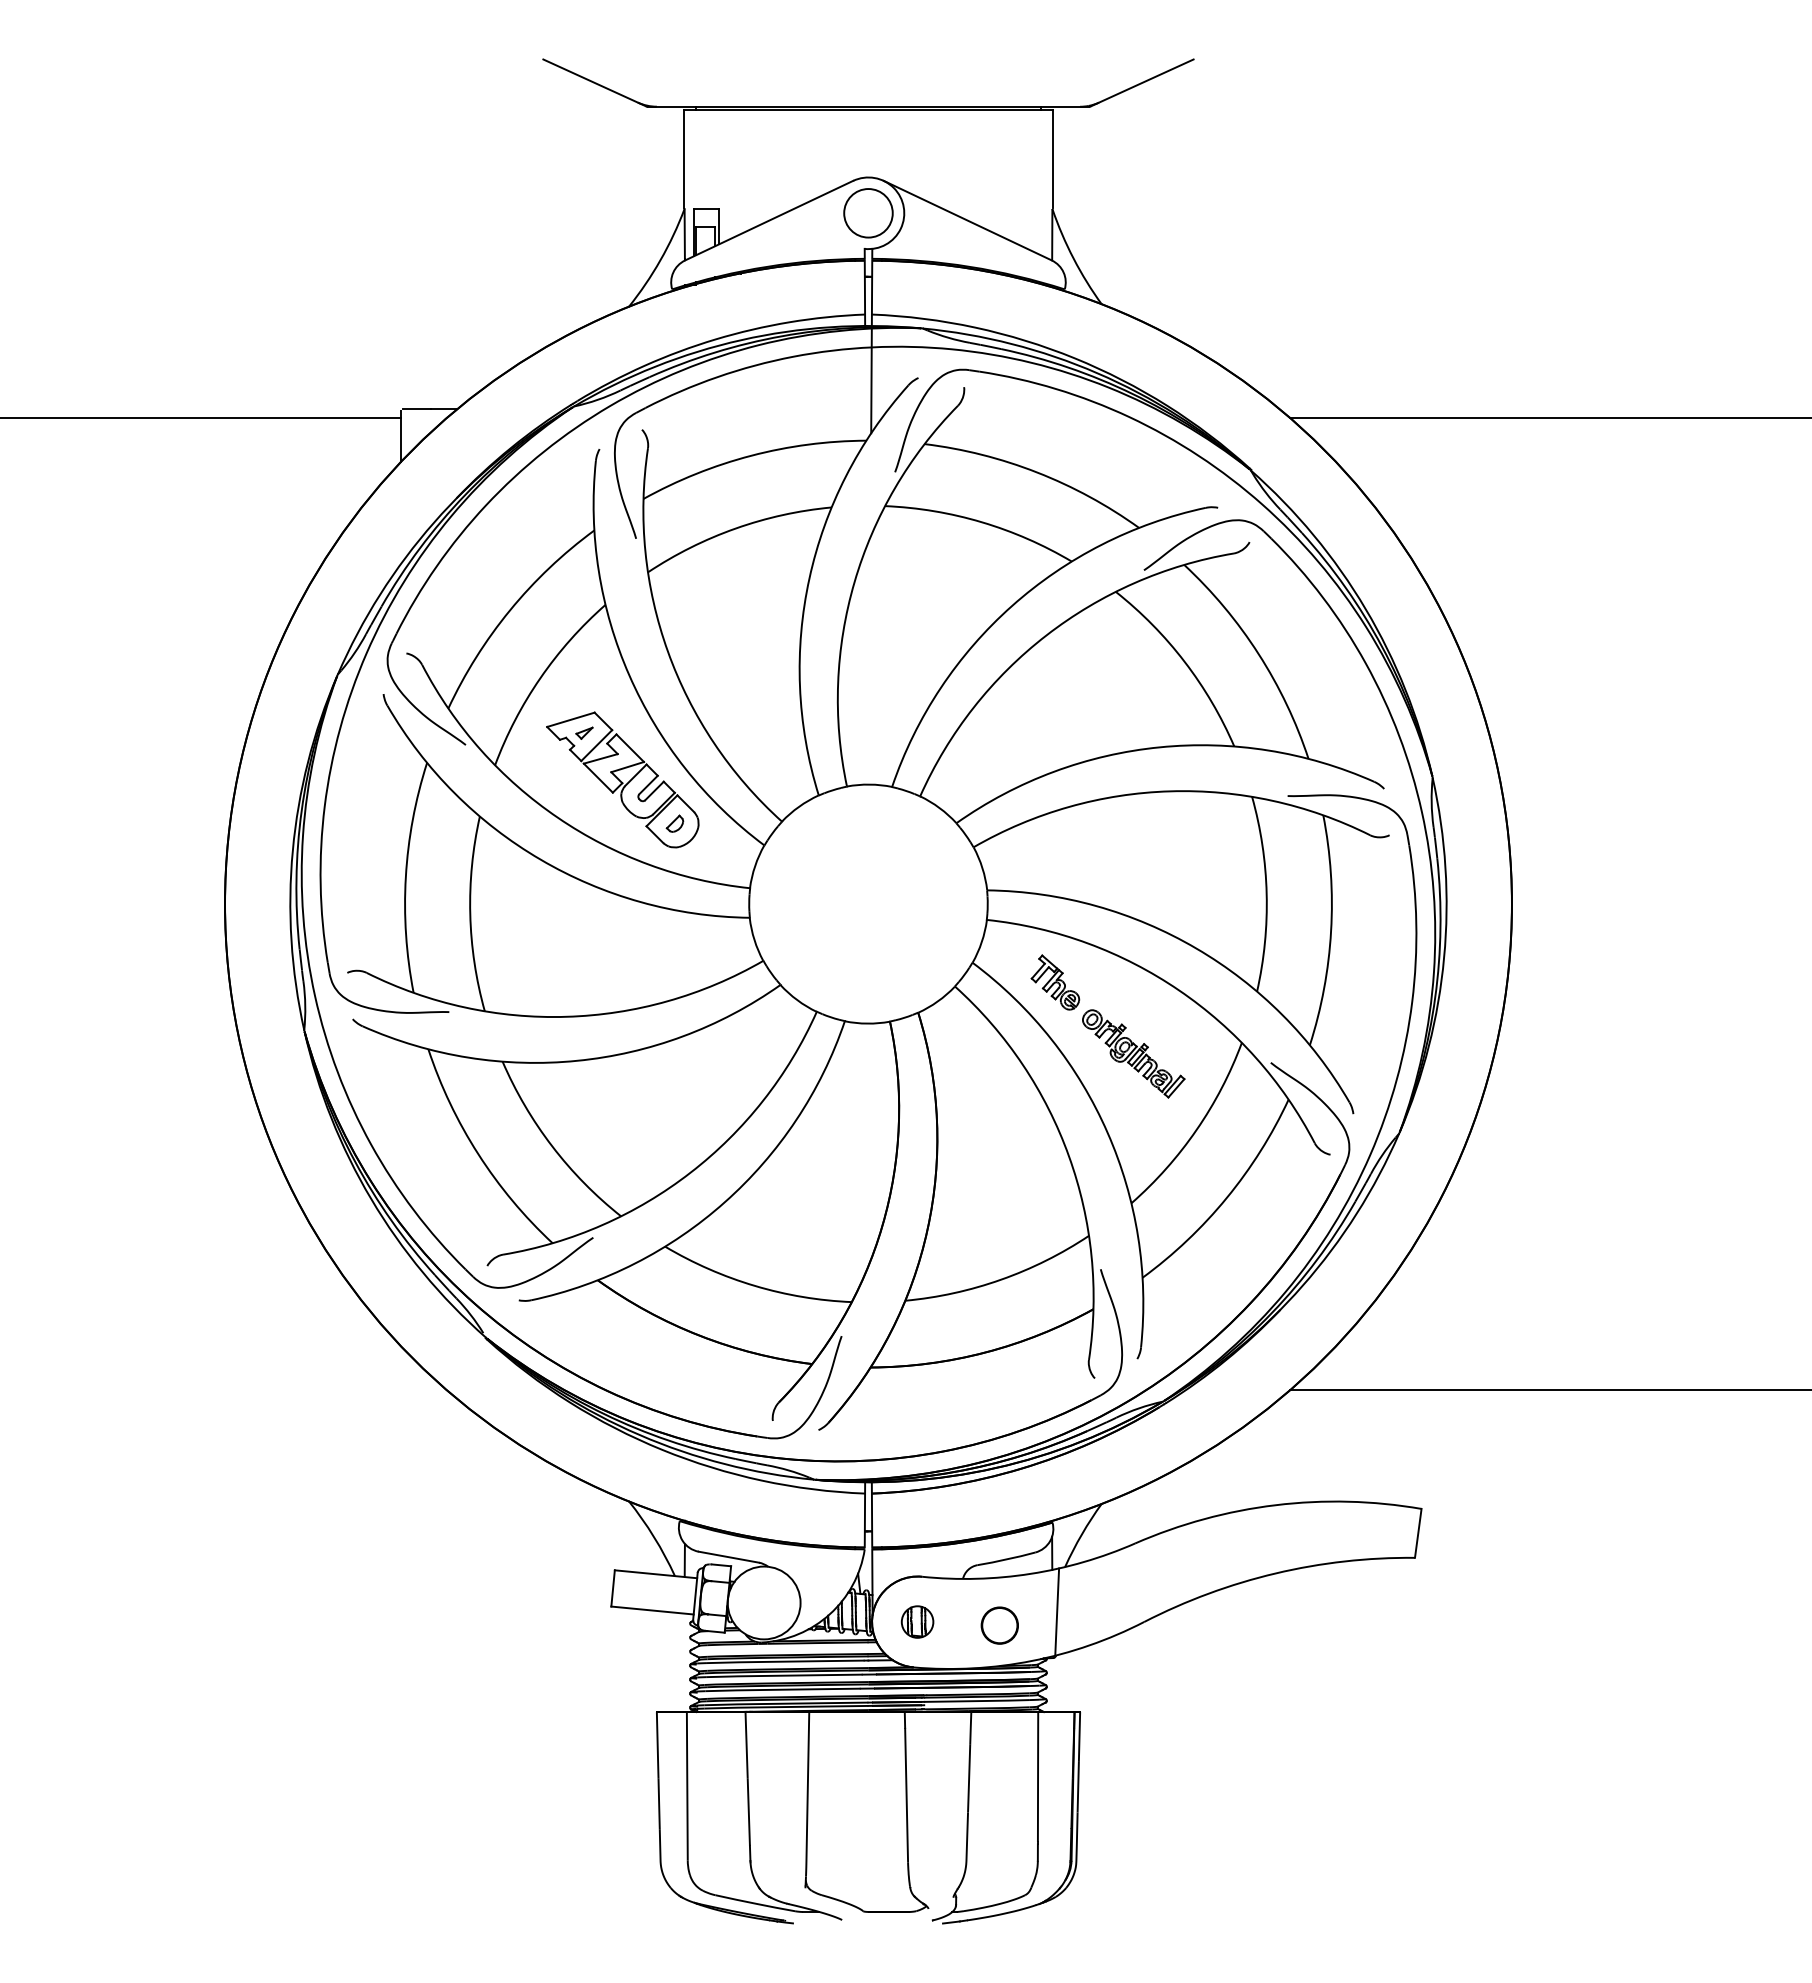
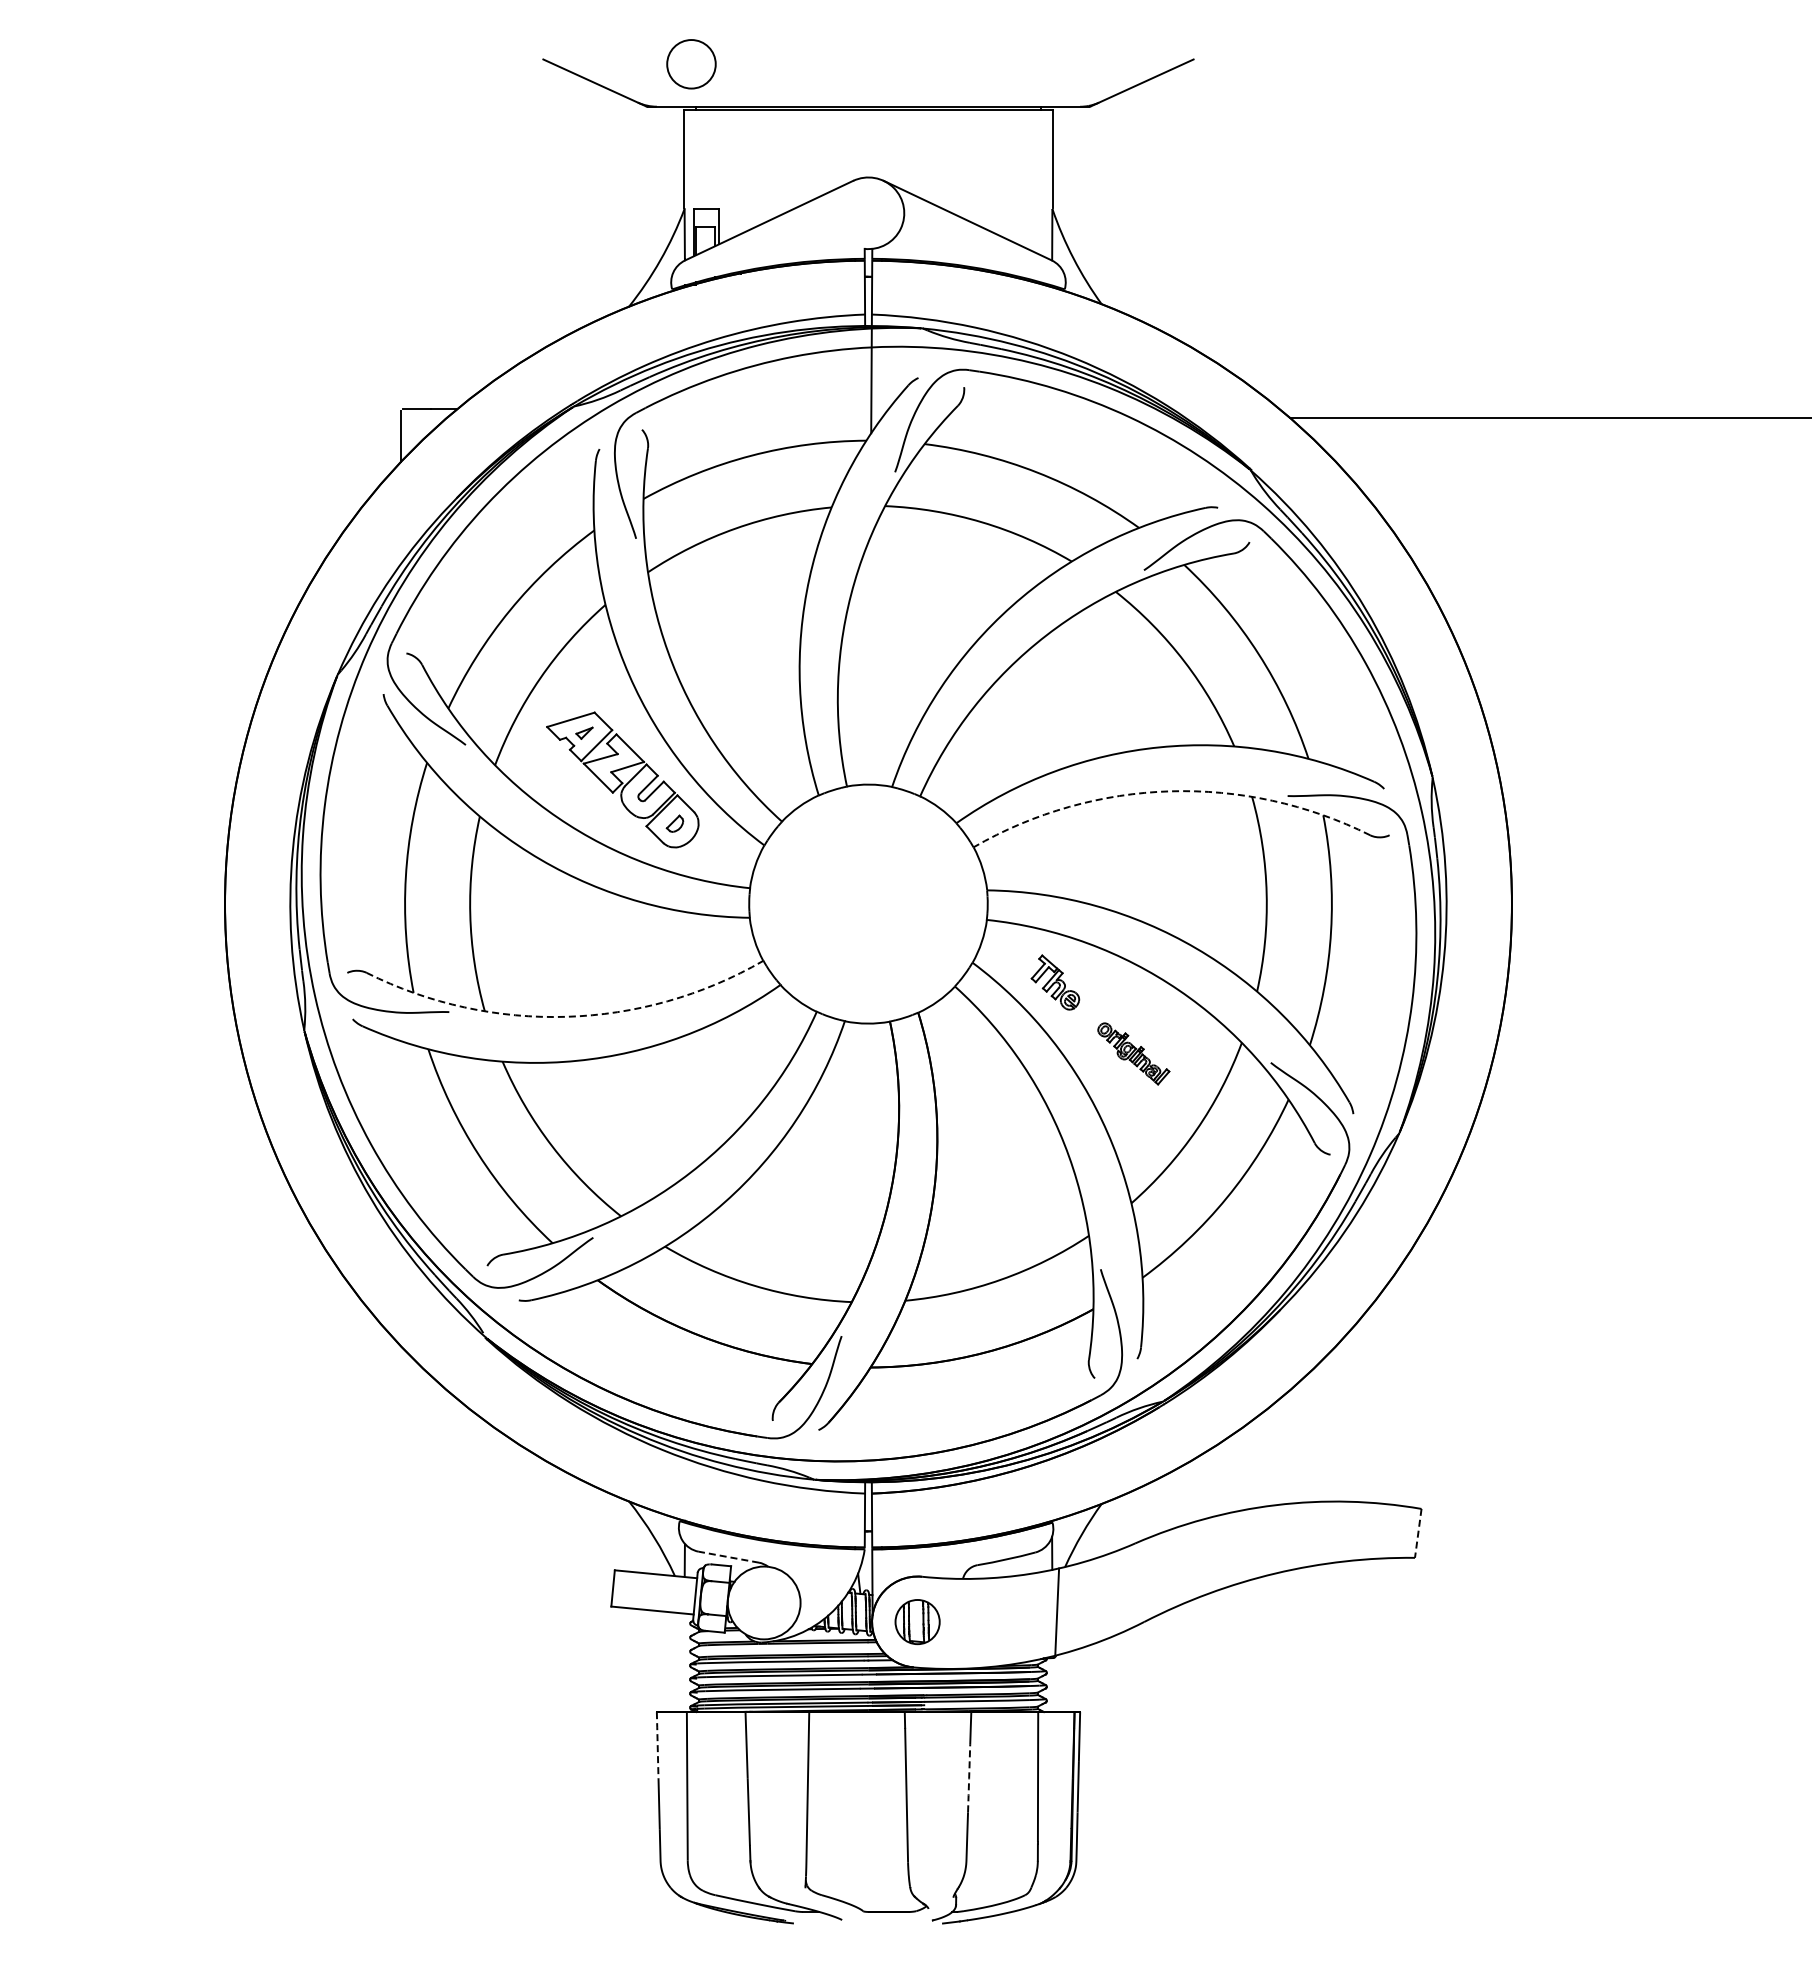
circle at (868, 213) position: (868, 213) -> (691, 64)
line at (201, 418): present -> none
arc at (1170, 791): solid -> dashed
arc at (566, 1016): solid -> dashed
part at (1133, 1053) size: 104x90 px -> 74x64 px
line at (1549, 1389): present -> none
line at (1418, 1533): solid -> dashed
line at (728, 1557): solid -> dashed
part at (917, 1621) size: 35x34 px -> 47x47 px
circle at (999, 1625): present -> none
line at (657, 1744): solid -> dashed
line at (969, 1778): solid -> dashed
